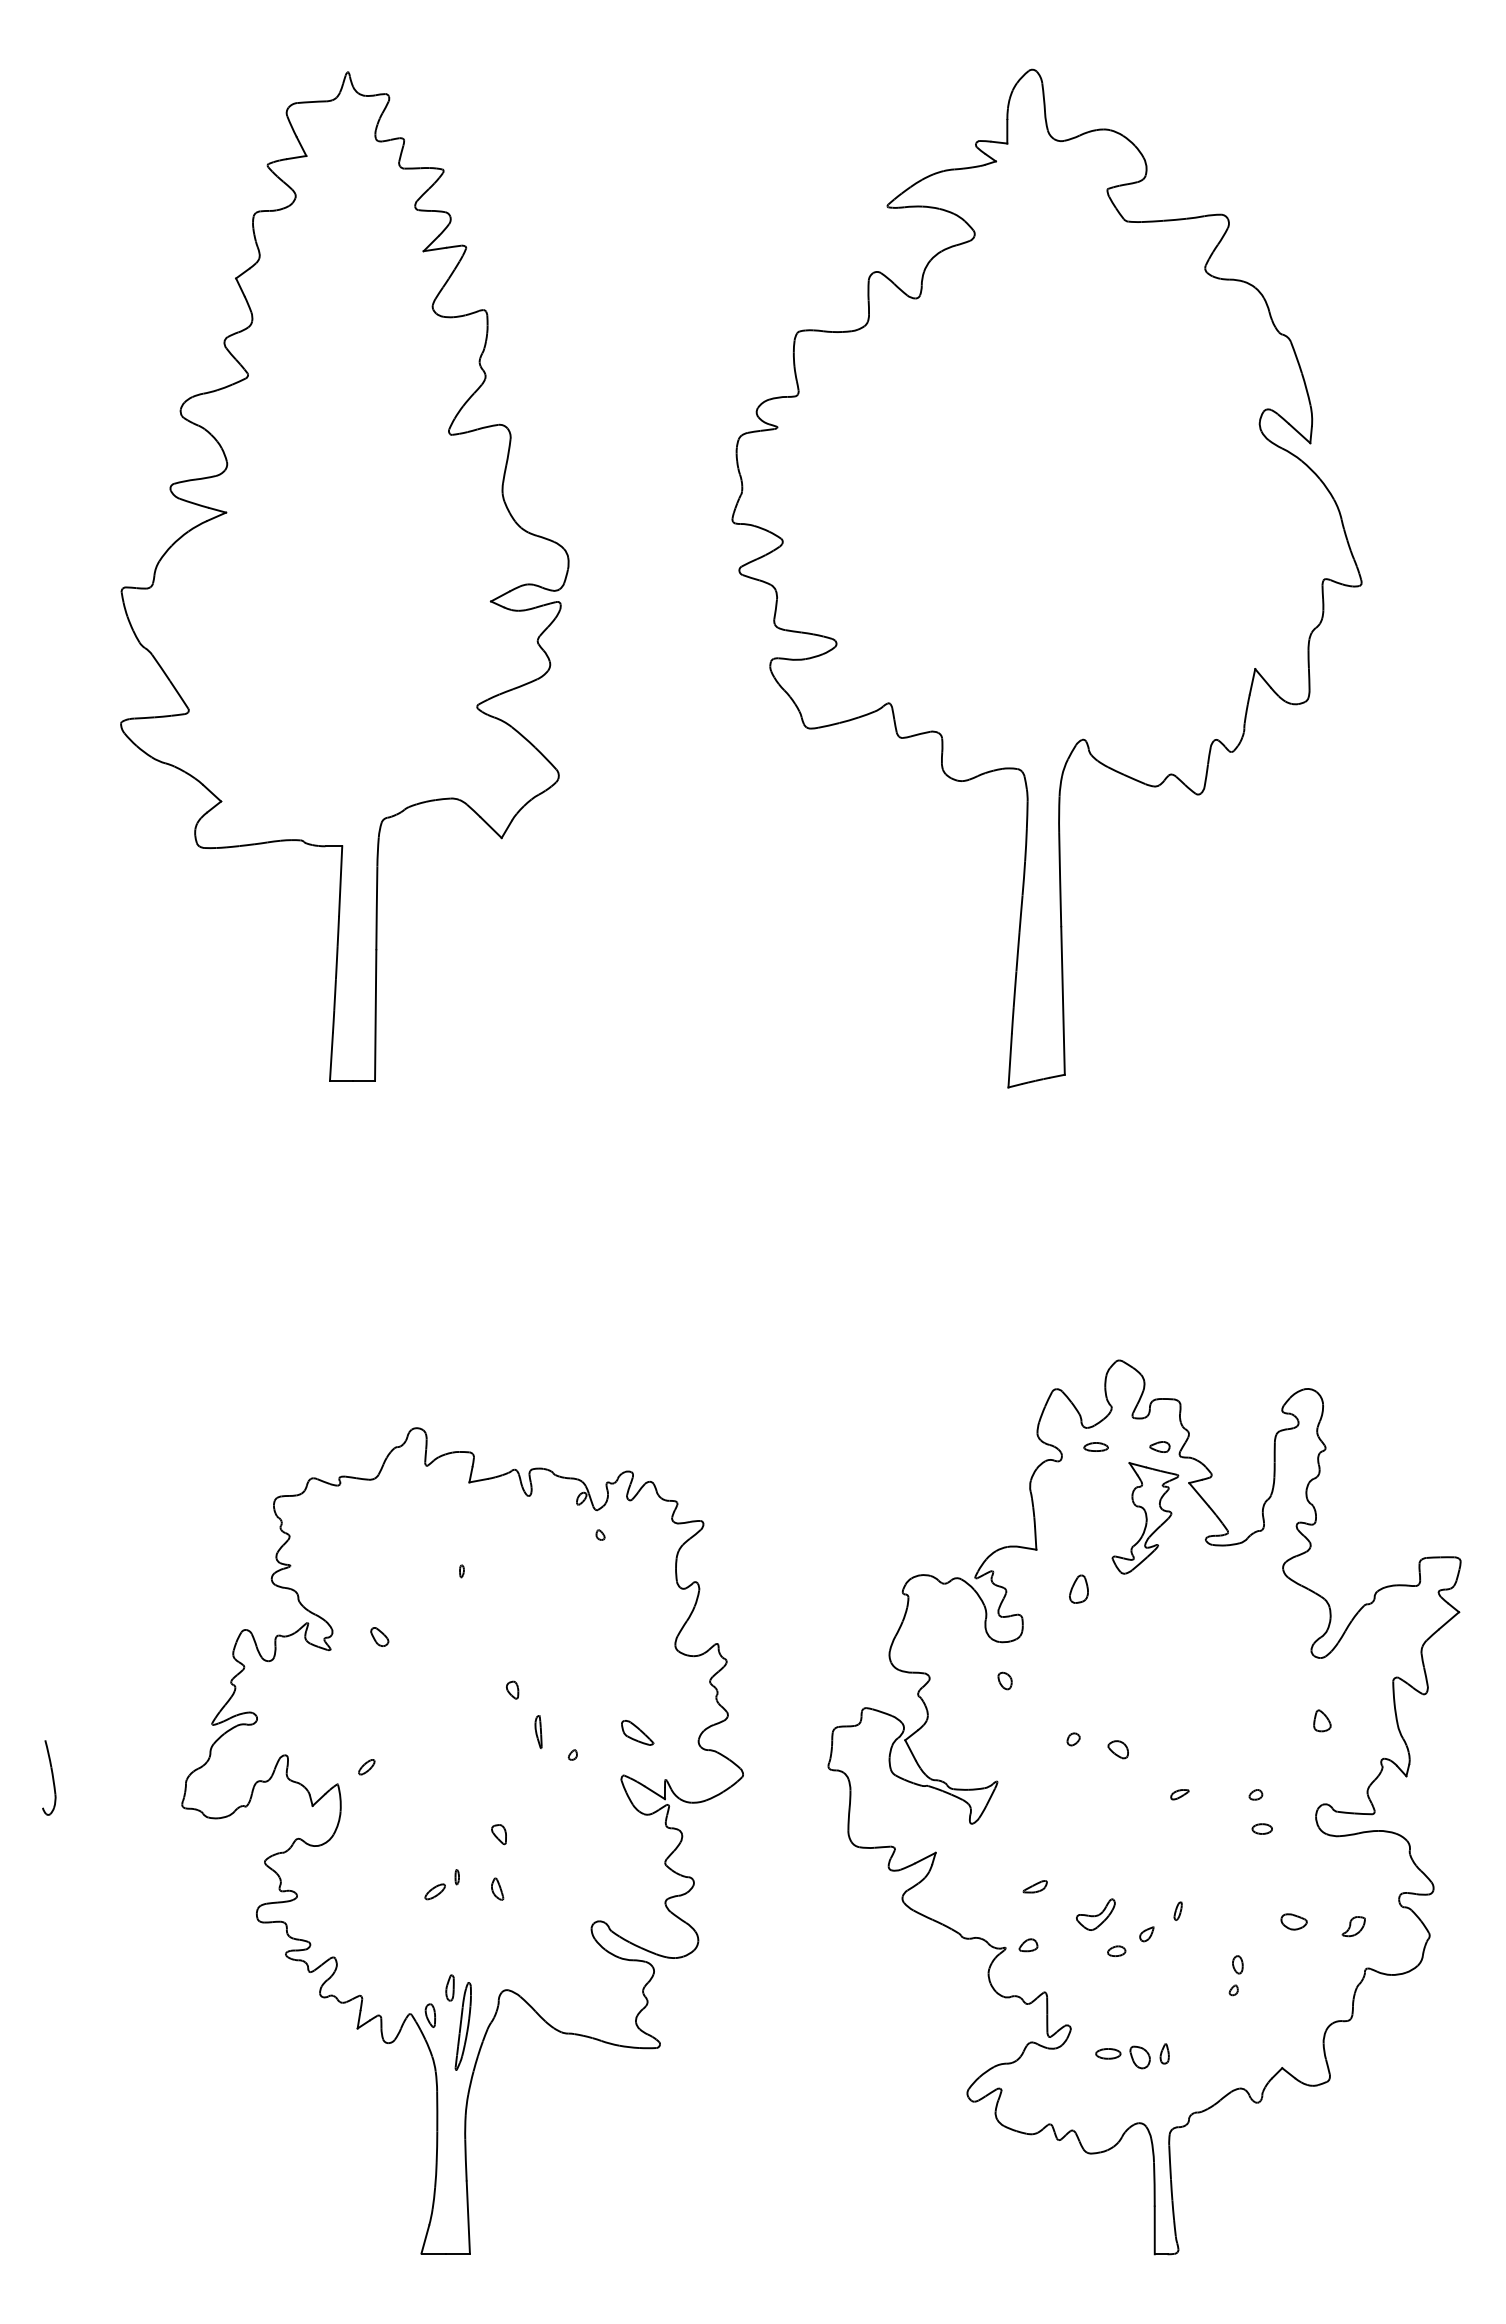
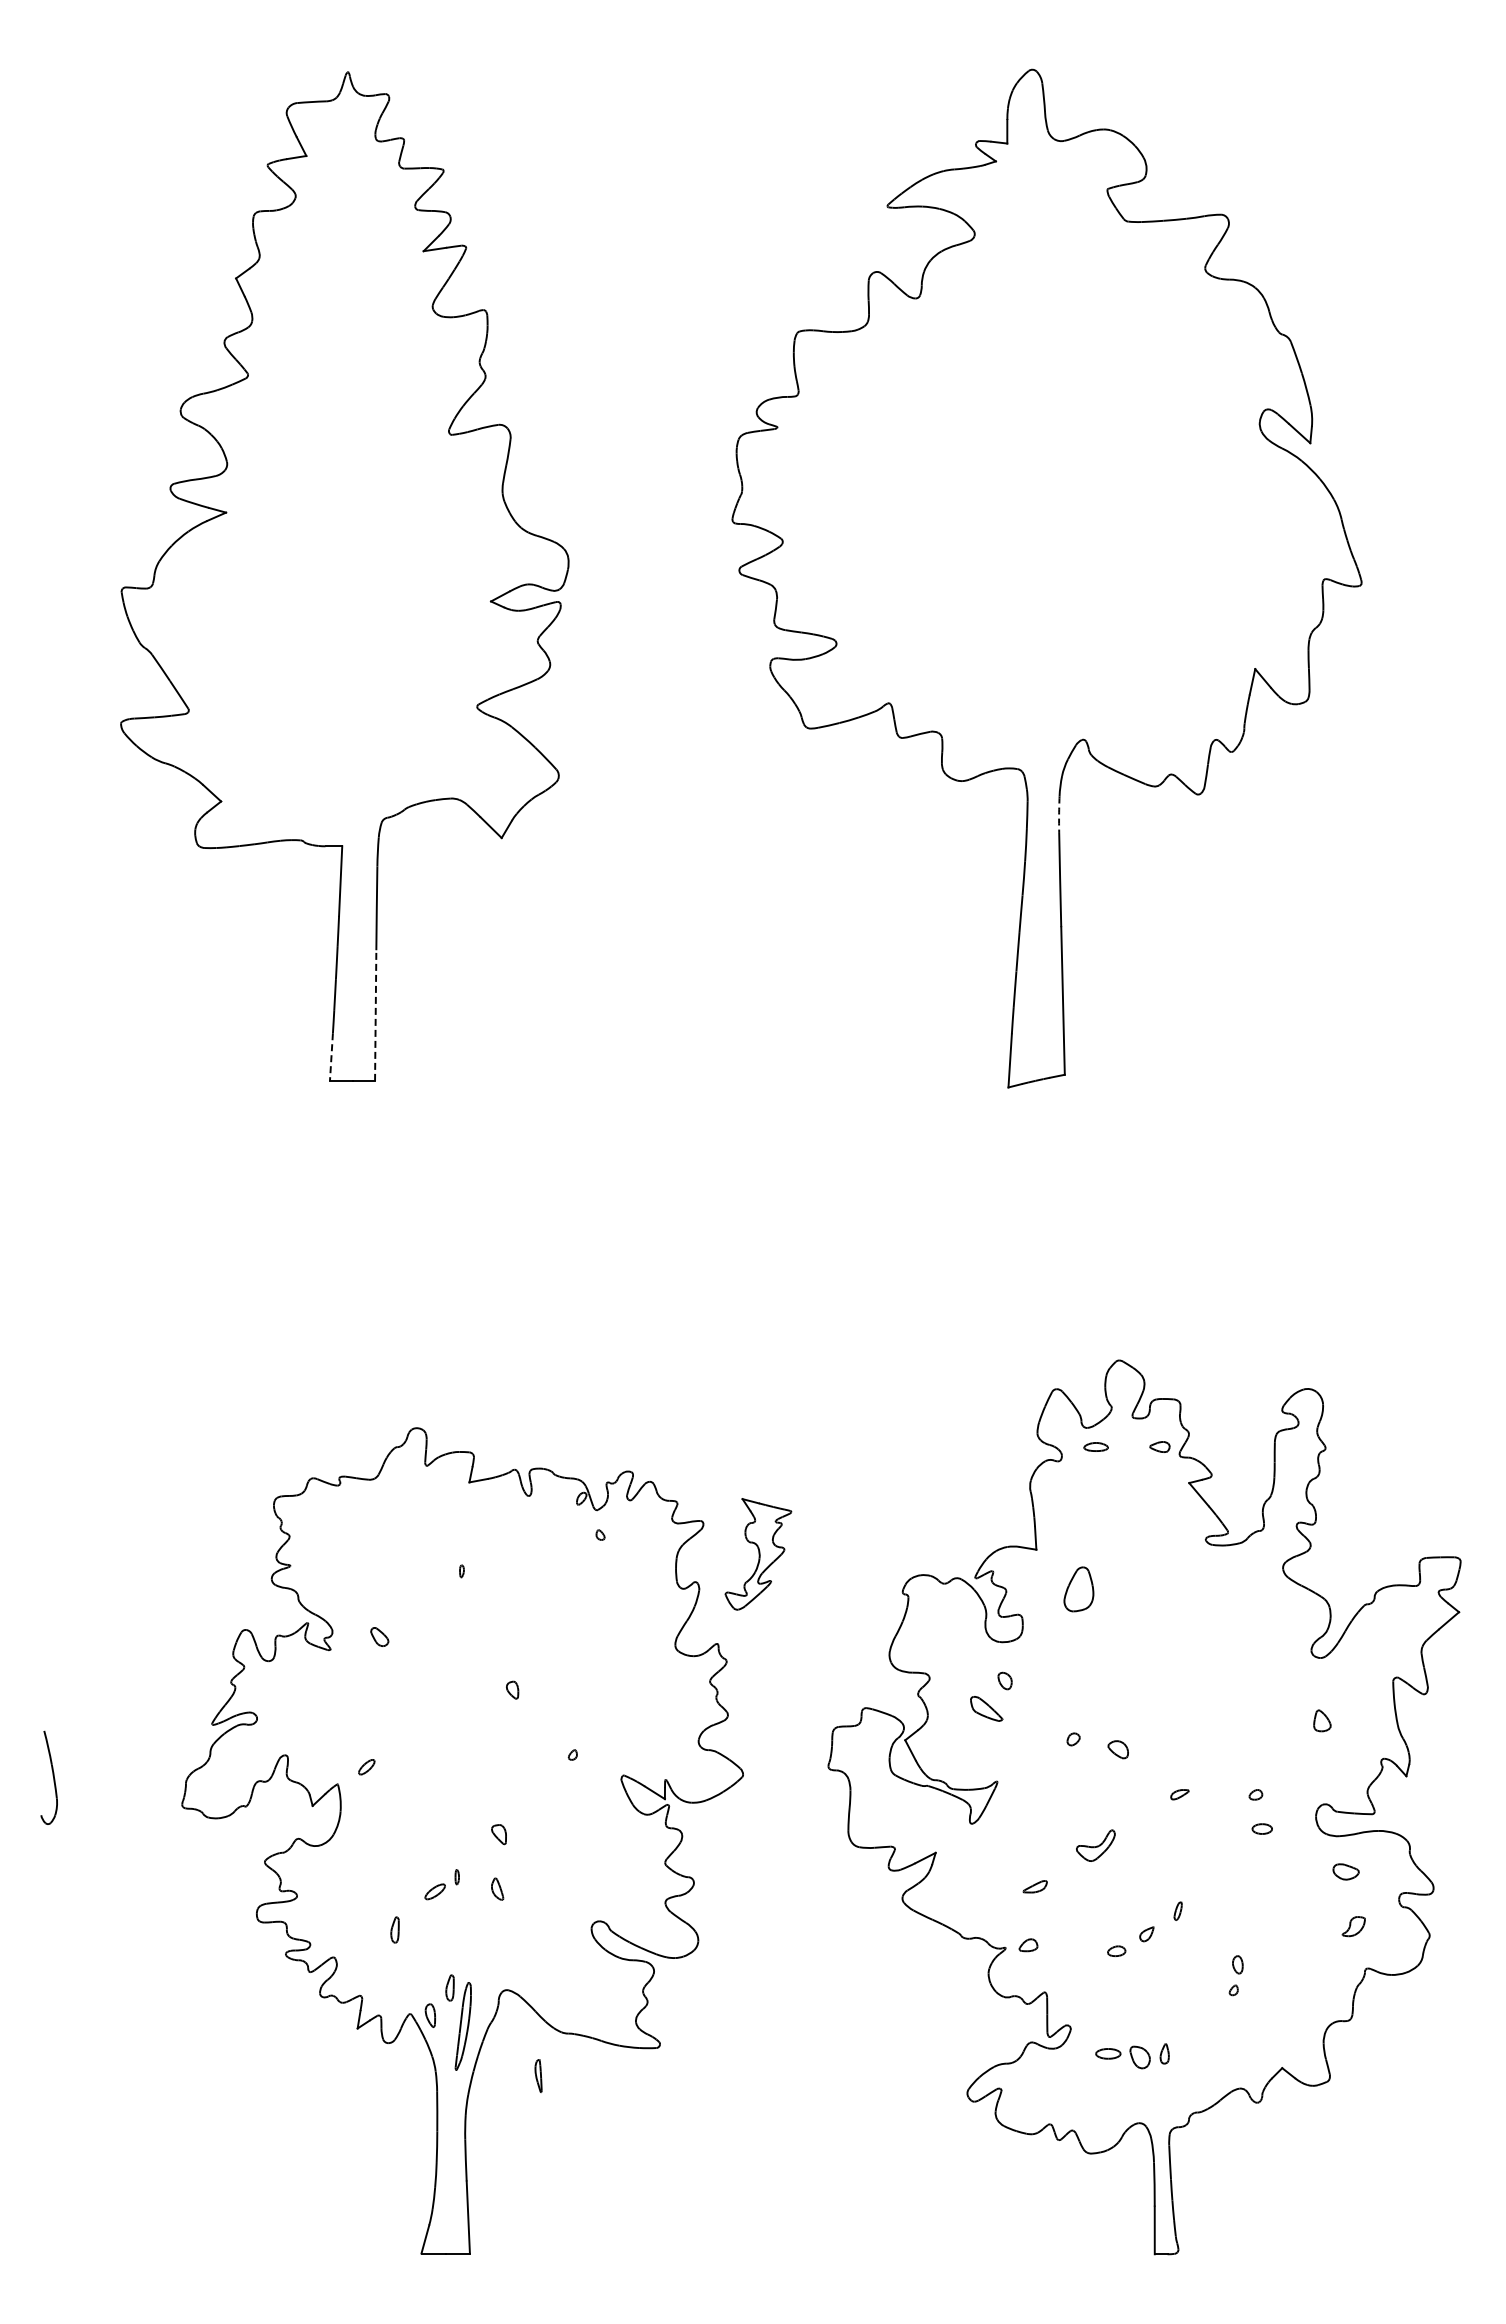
arc at (1059, 814): solid -> dashed
line at (375, 1015): solid -> dashed
line at (331, 1057): solid -> dashed
part at (1145, 1518) position: (1145, 1518) -> (758, 1554)
part at (1078, 1588) size: 20x30 px -> 32x47 px
part at (538, 1731) position: (538, 1731) -> (538, 2075)
part at (637, 1732) position: (637, 1732) -> (986, 1708)
part at (49, 1777) size: 15x76 px -> 18x95 px
part at (1095, 1914) position: (1095, 1914) -> (1095, 1845)
part at (1293, 1921) position: (1293, 1921) -> (1345, 1871)
part at (394, 1929): none -> present
